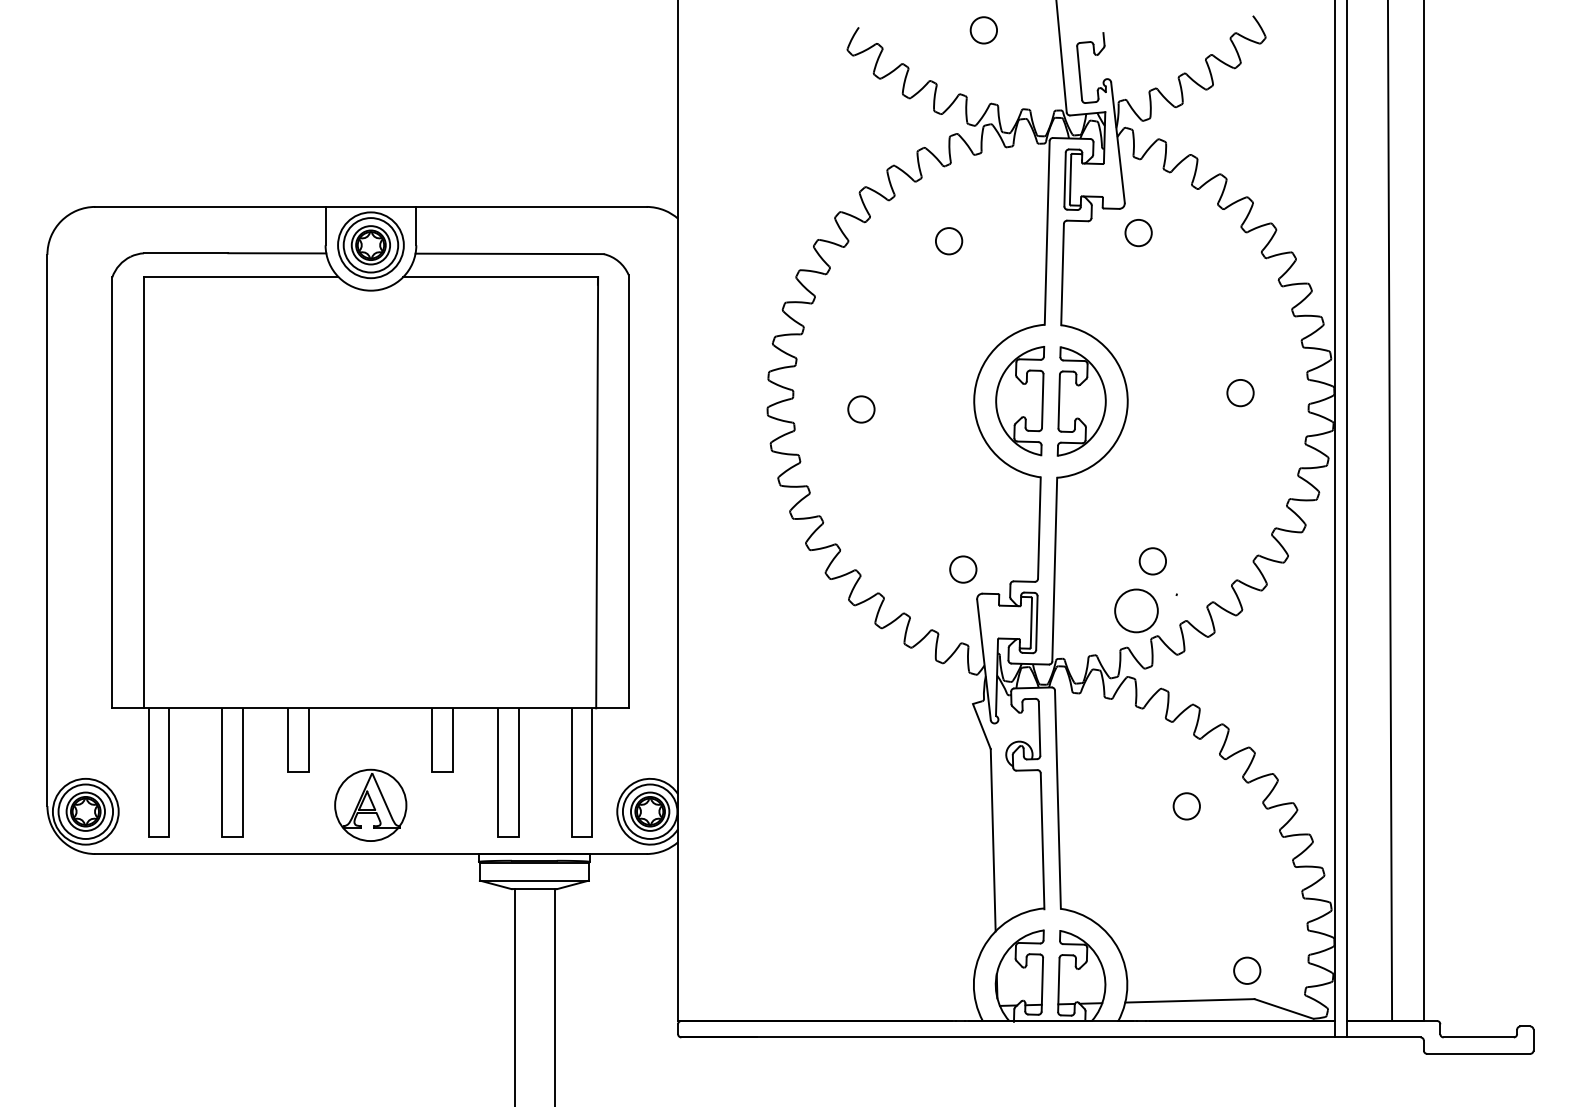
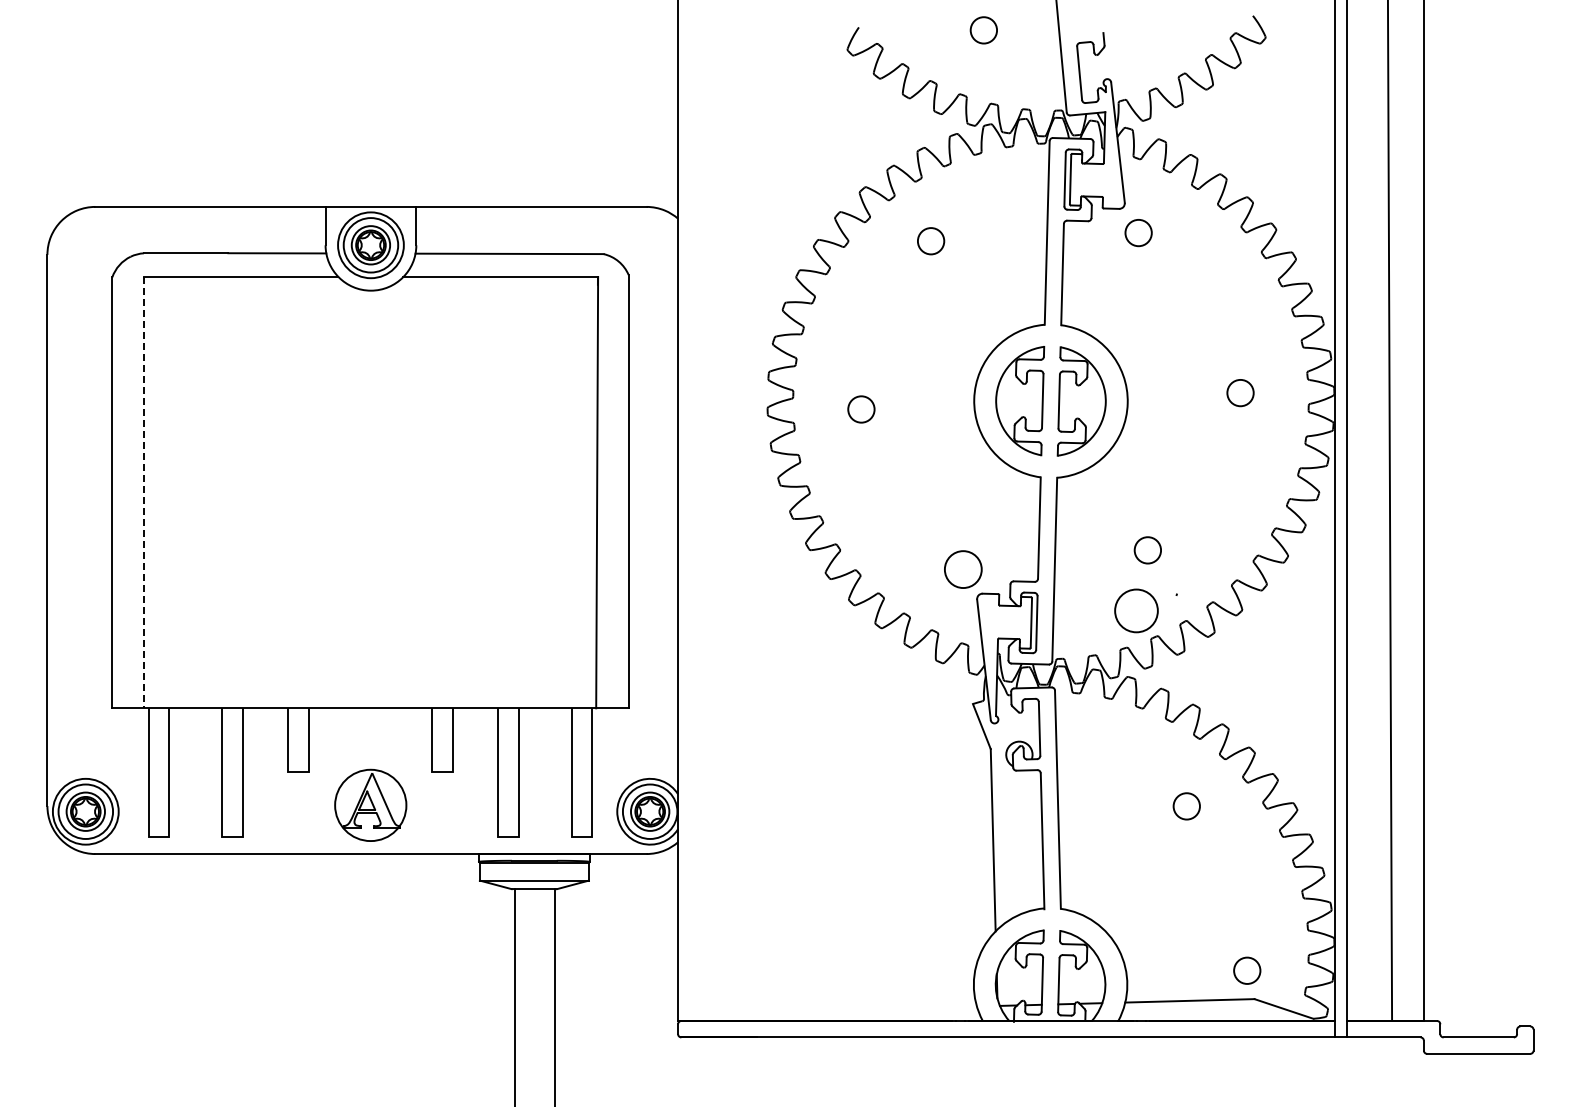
circle at (949, 241) position: (949, 241) -> (931, 241)
line at (143, 492): solid -> dashed
circle at (1152, 561) position: (1152, 561) -> (1147, 550)
circle at (963, 569) diameter: 26 px -> 37 px
